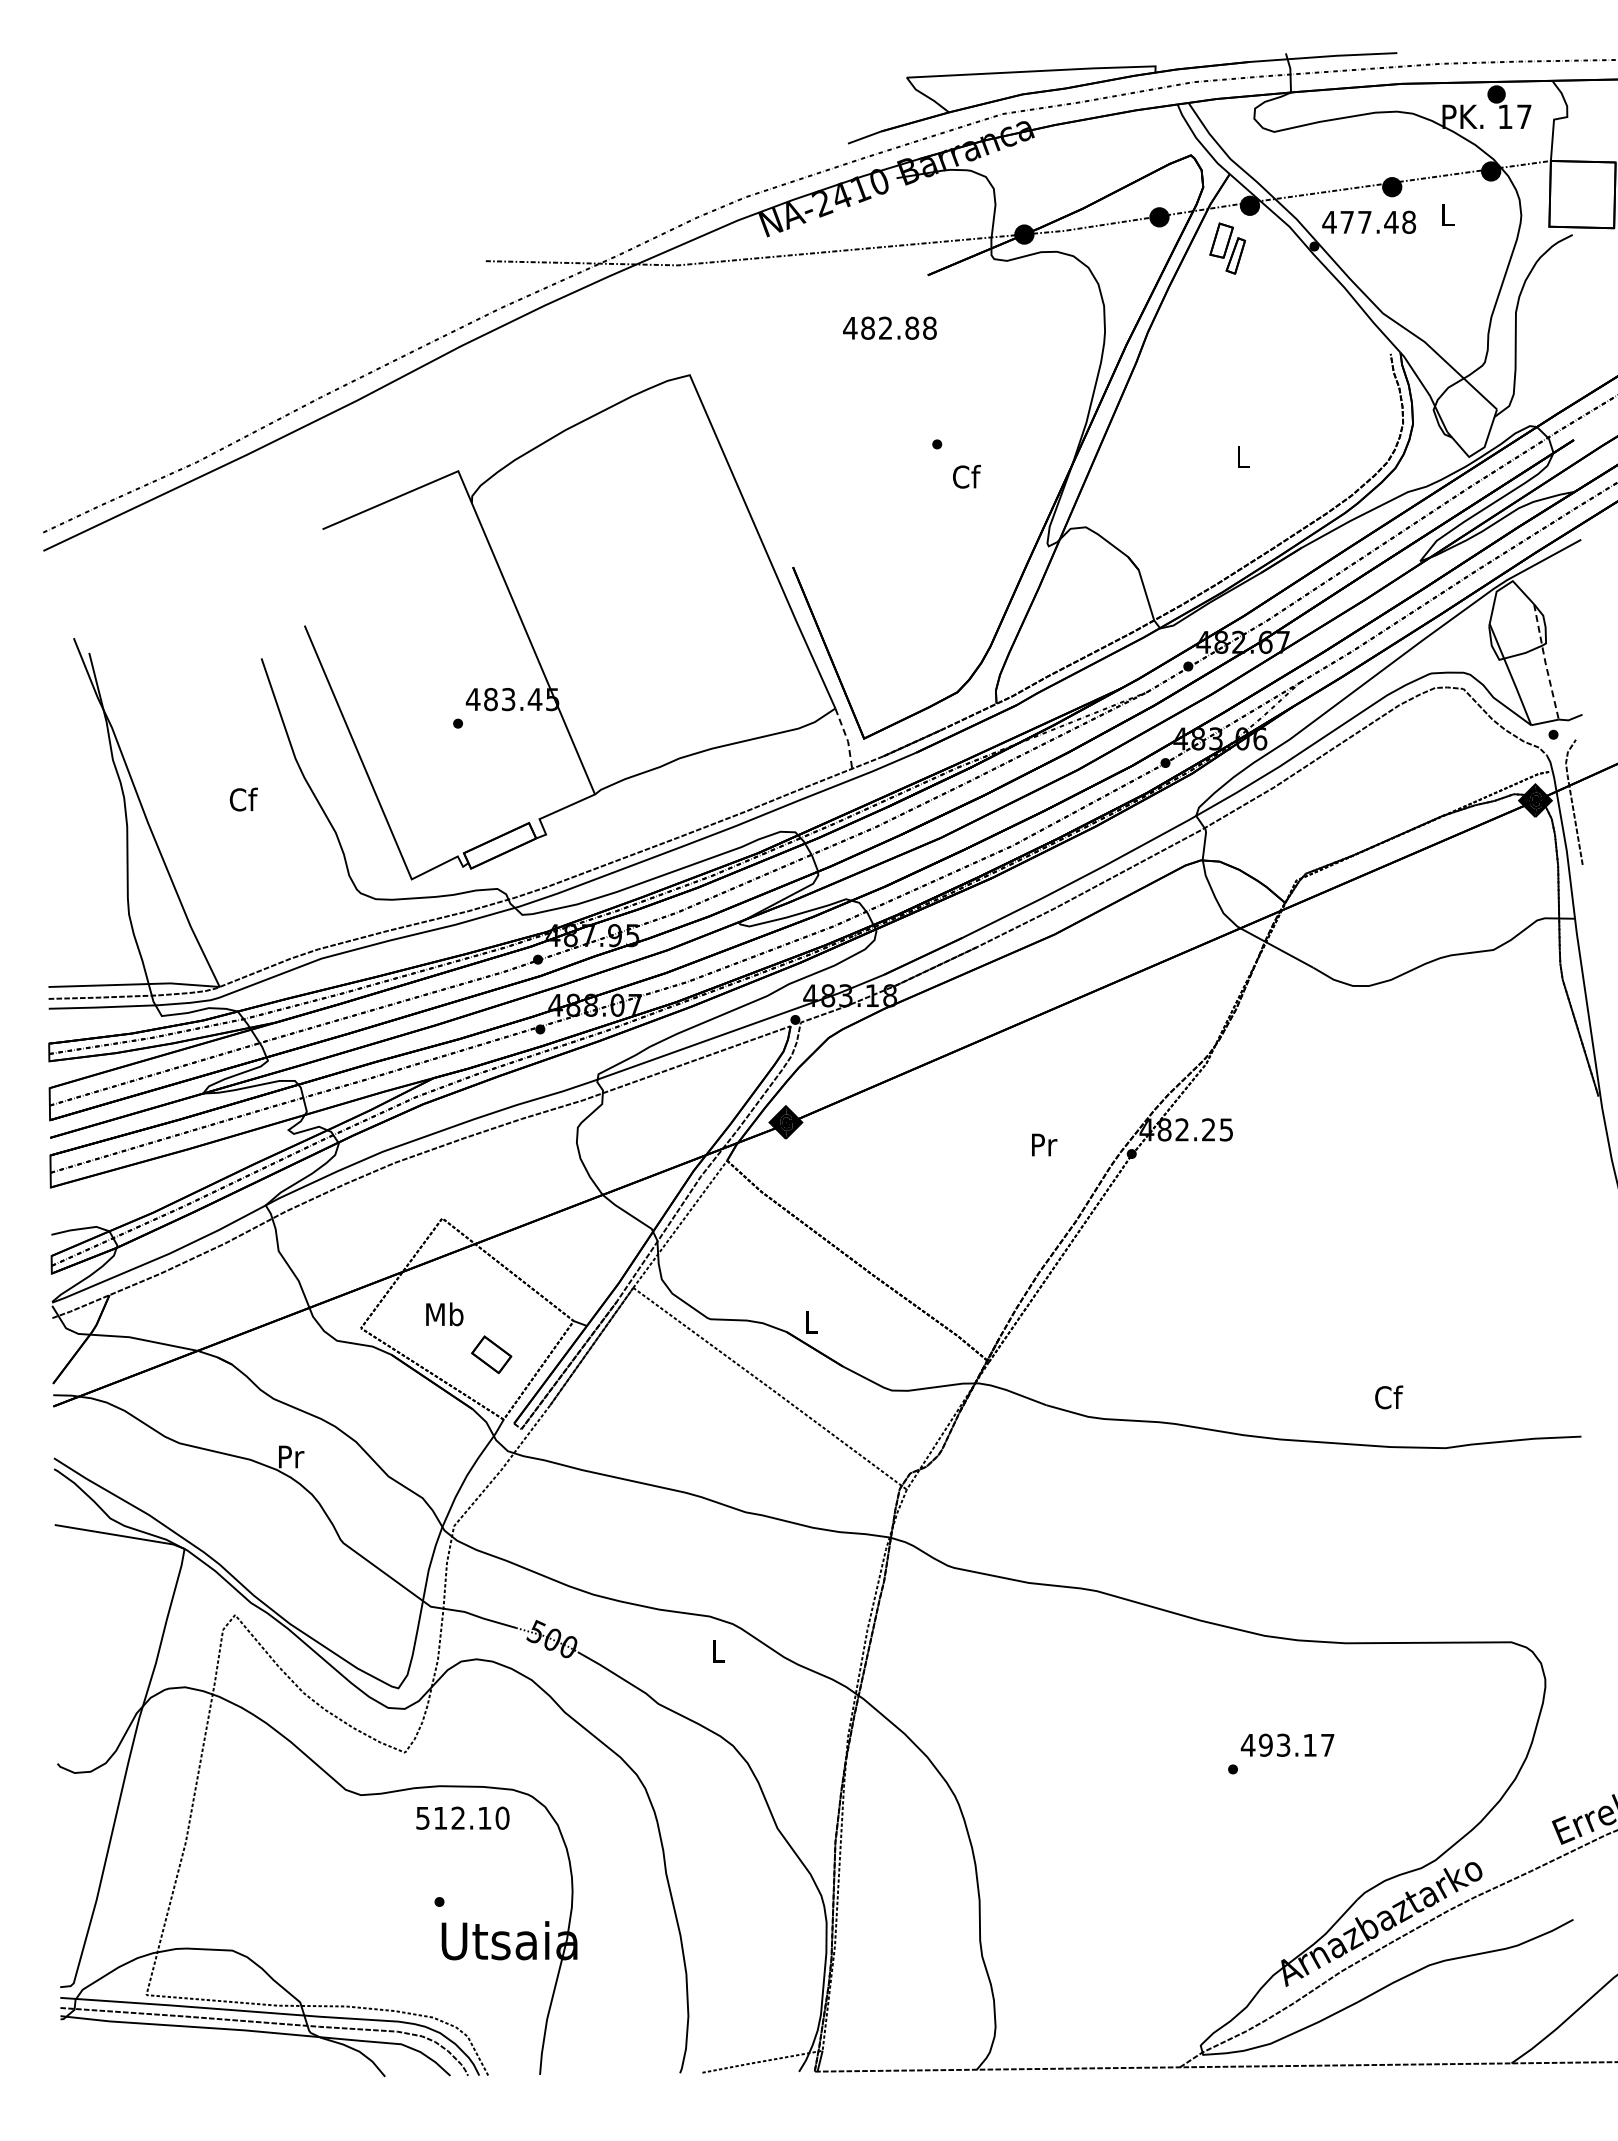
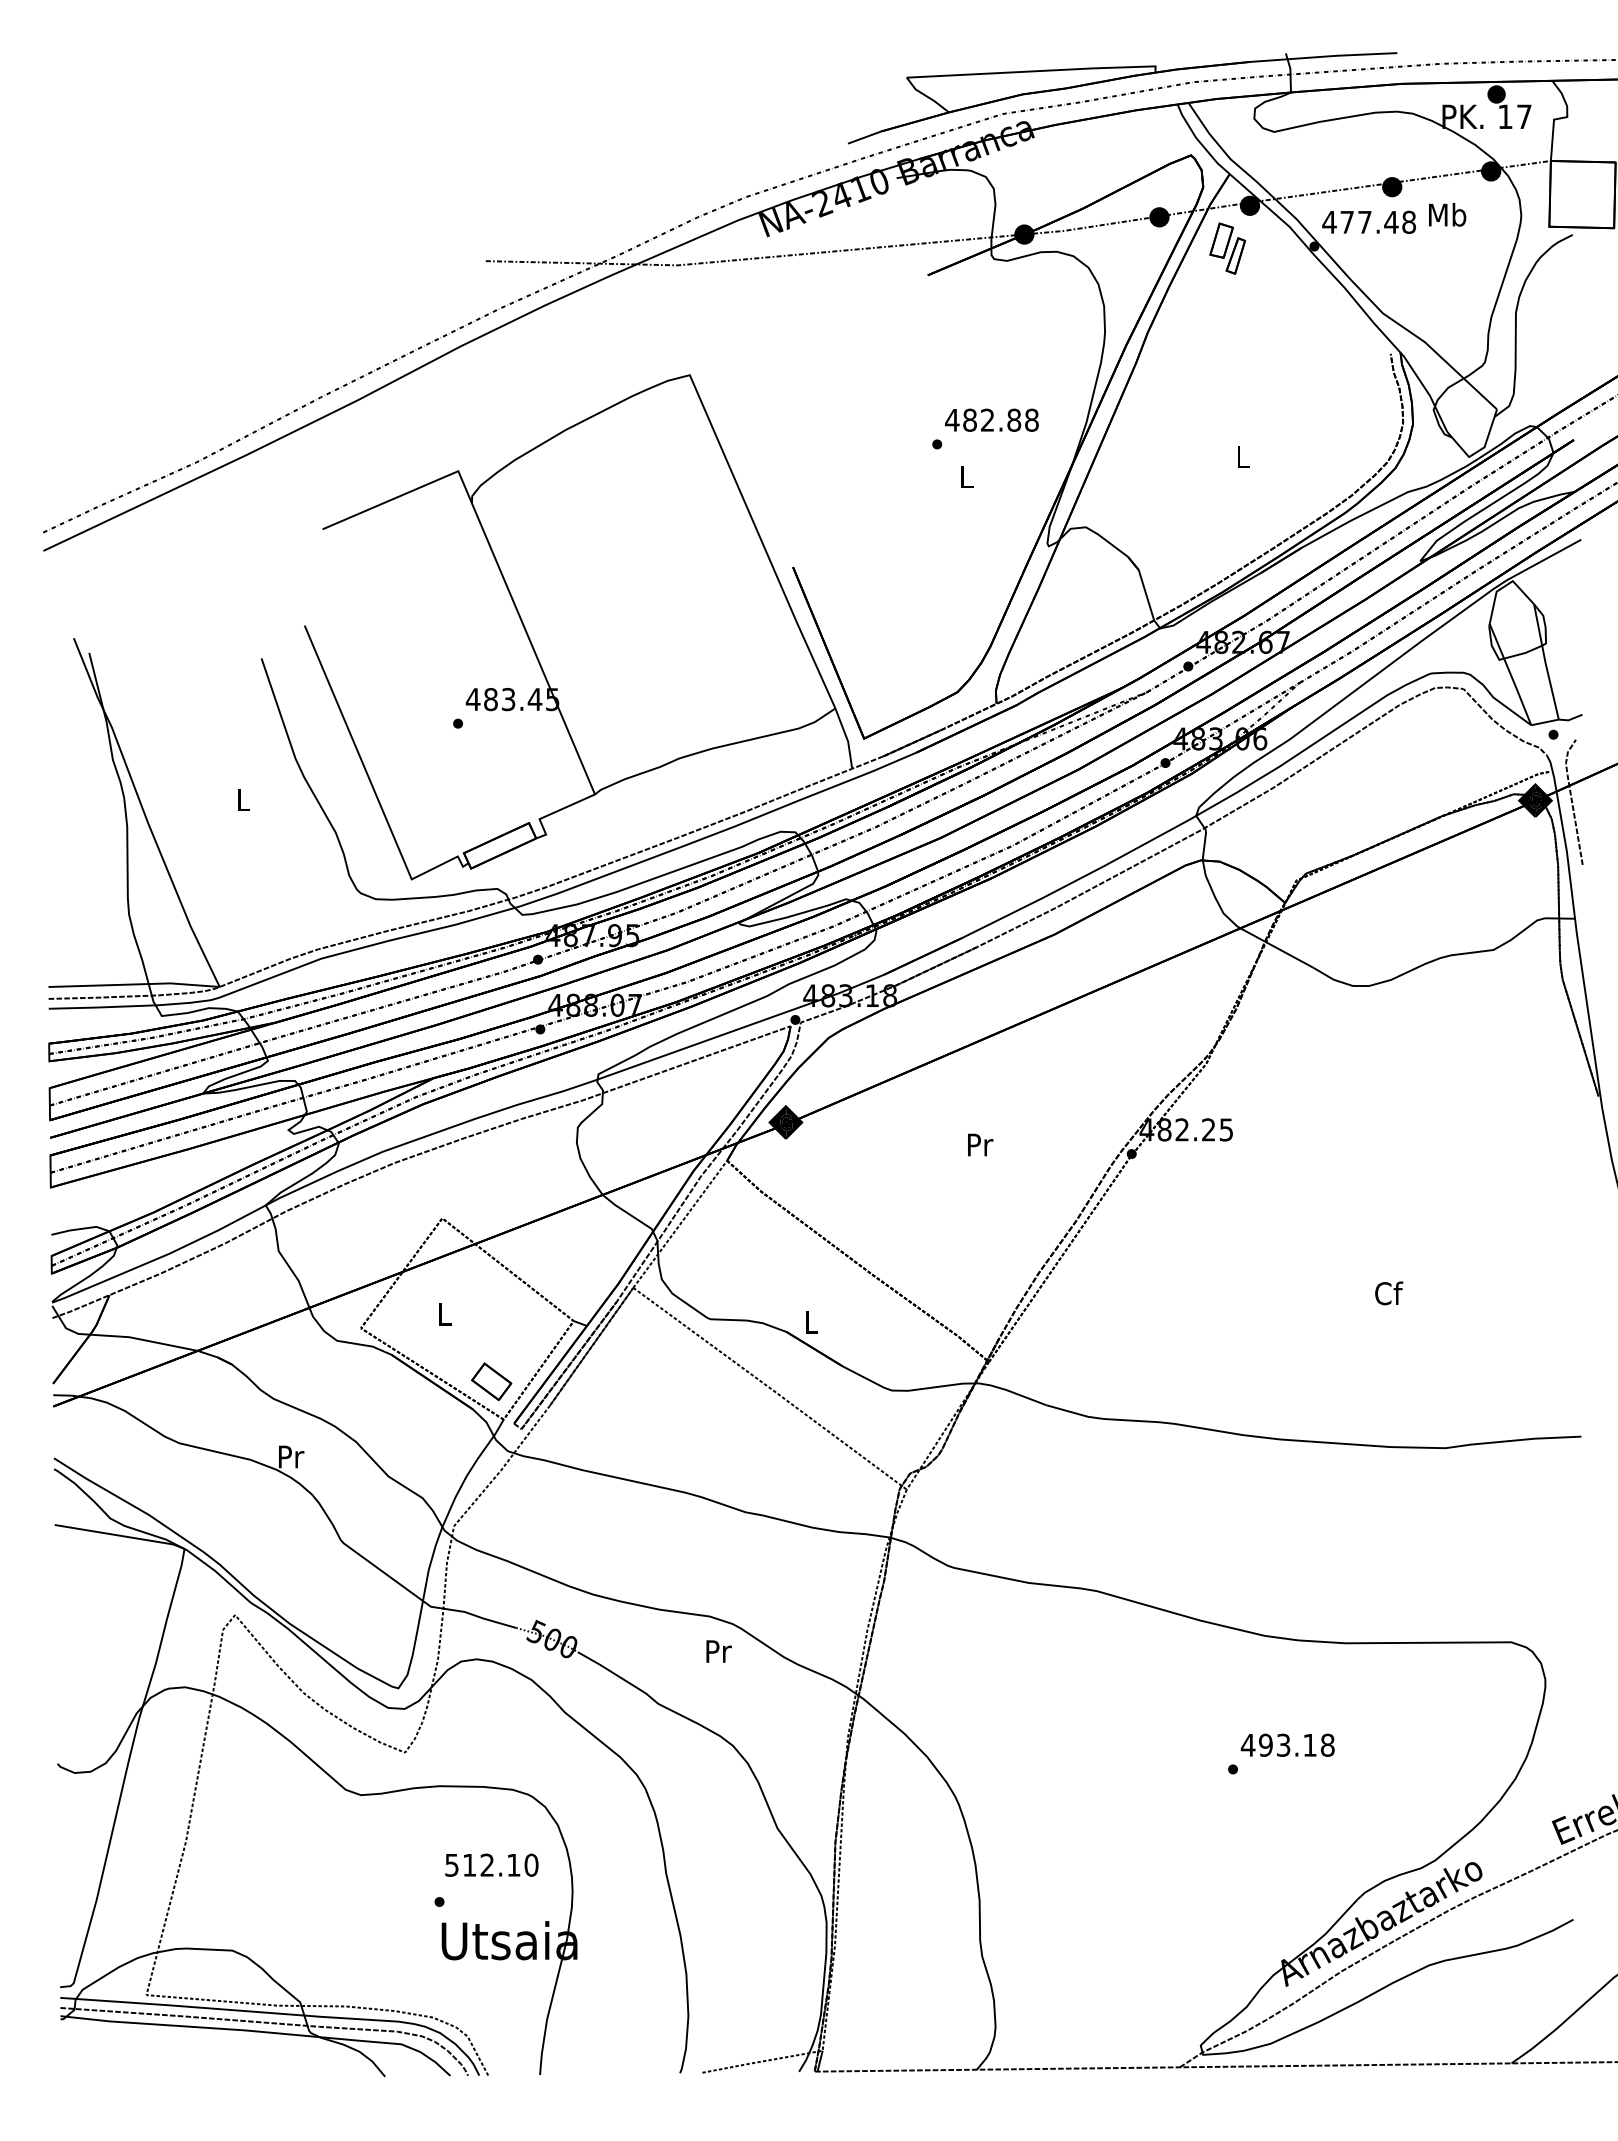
text at (1447, 214): L -> Mb
text at (889, 327) position: (889, 327) -> (991, 419)
text at (966, 476): Cf -> L
line at (1545, 662): dashed -> solid
line at (847, 738): dashed -> solid
text at (243, 799): Cf -> L
text at (1044, 1144) position: (1044, 1144) -> (980, 1144)
text at (444, 1314): Mb -> L
part at (491, 1354) position: (491, 1354) -> (491, 1381)
text at (1389, 1397) position: (1389, 1397) -> (1389, 1293)
text at (718, 1651): L -> Pr
text at (1327, 1744): 493.17 -> 493.18
text at (462, 1817) position: (462, 1817) -> (491, 1864)
